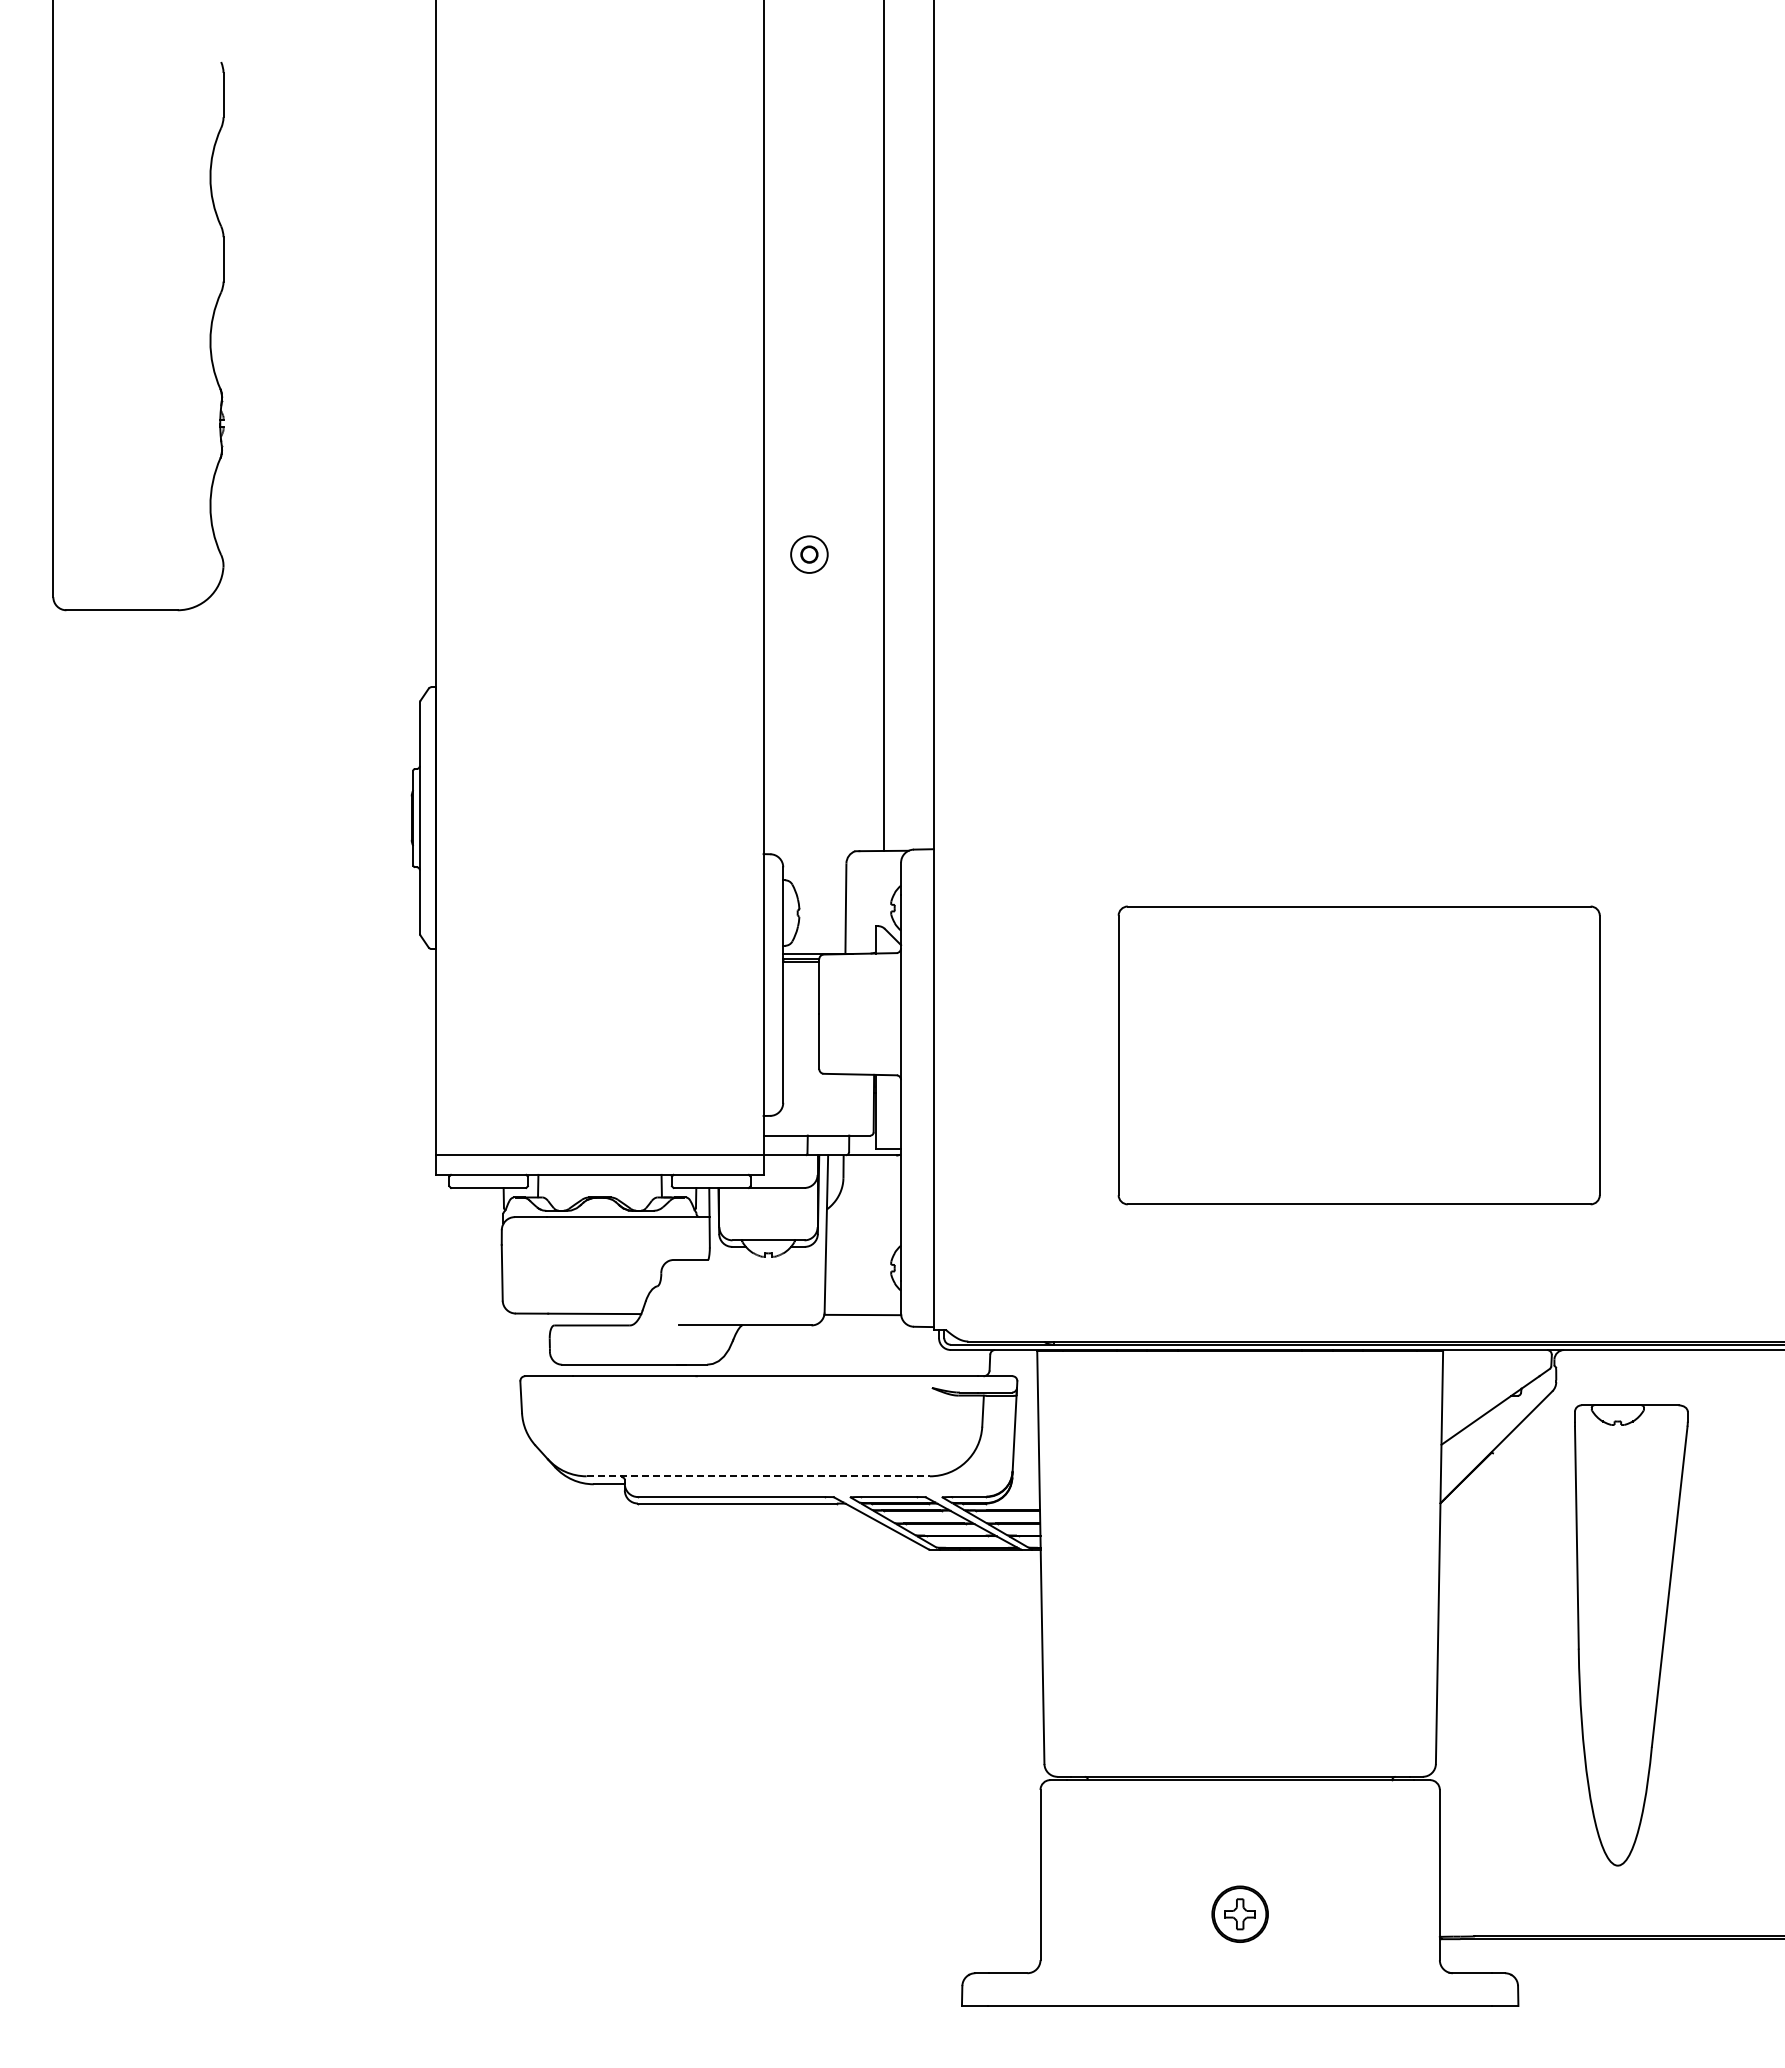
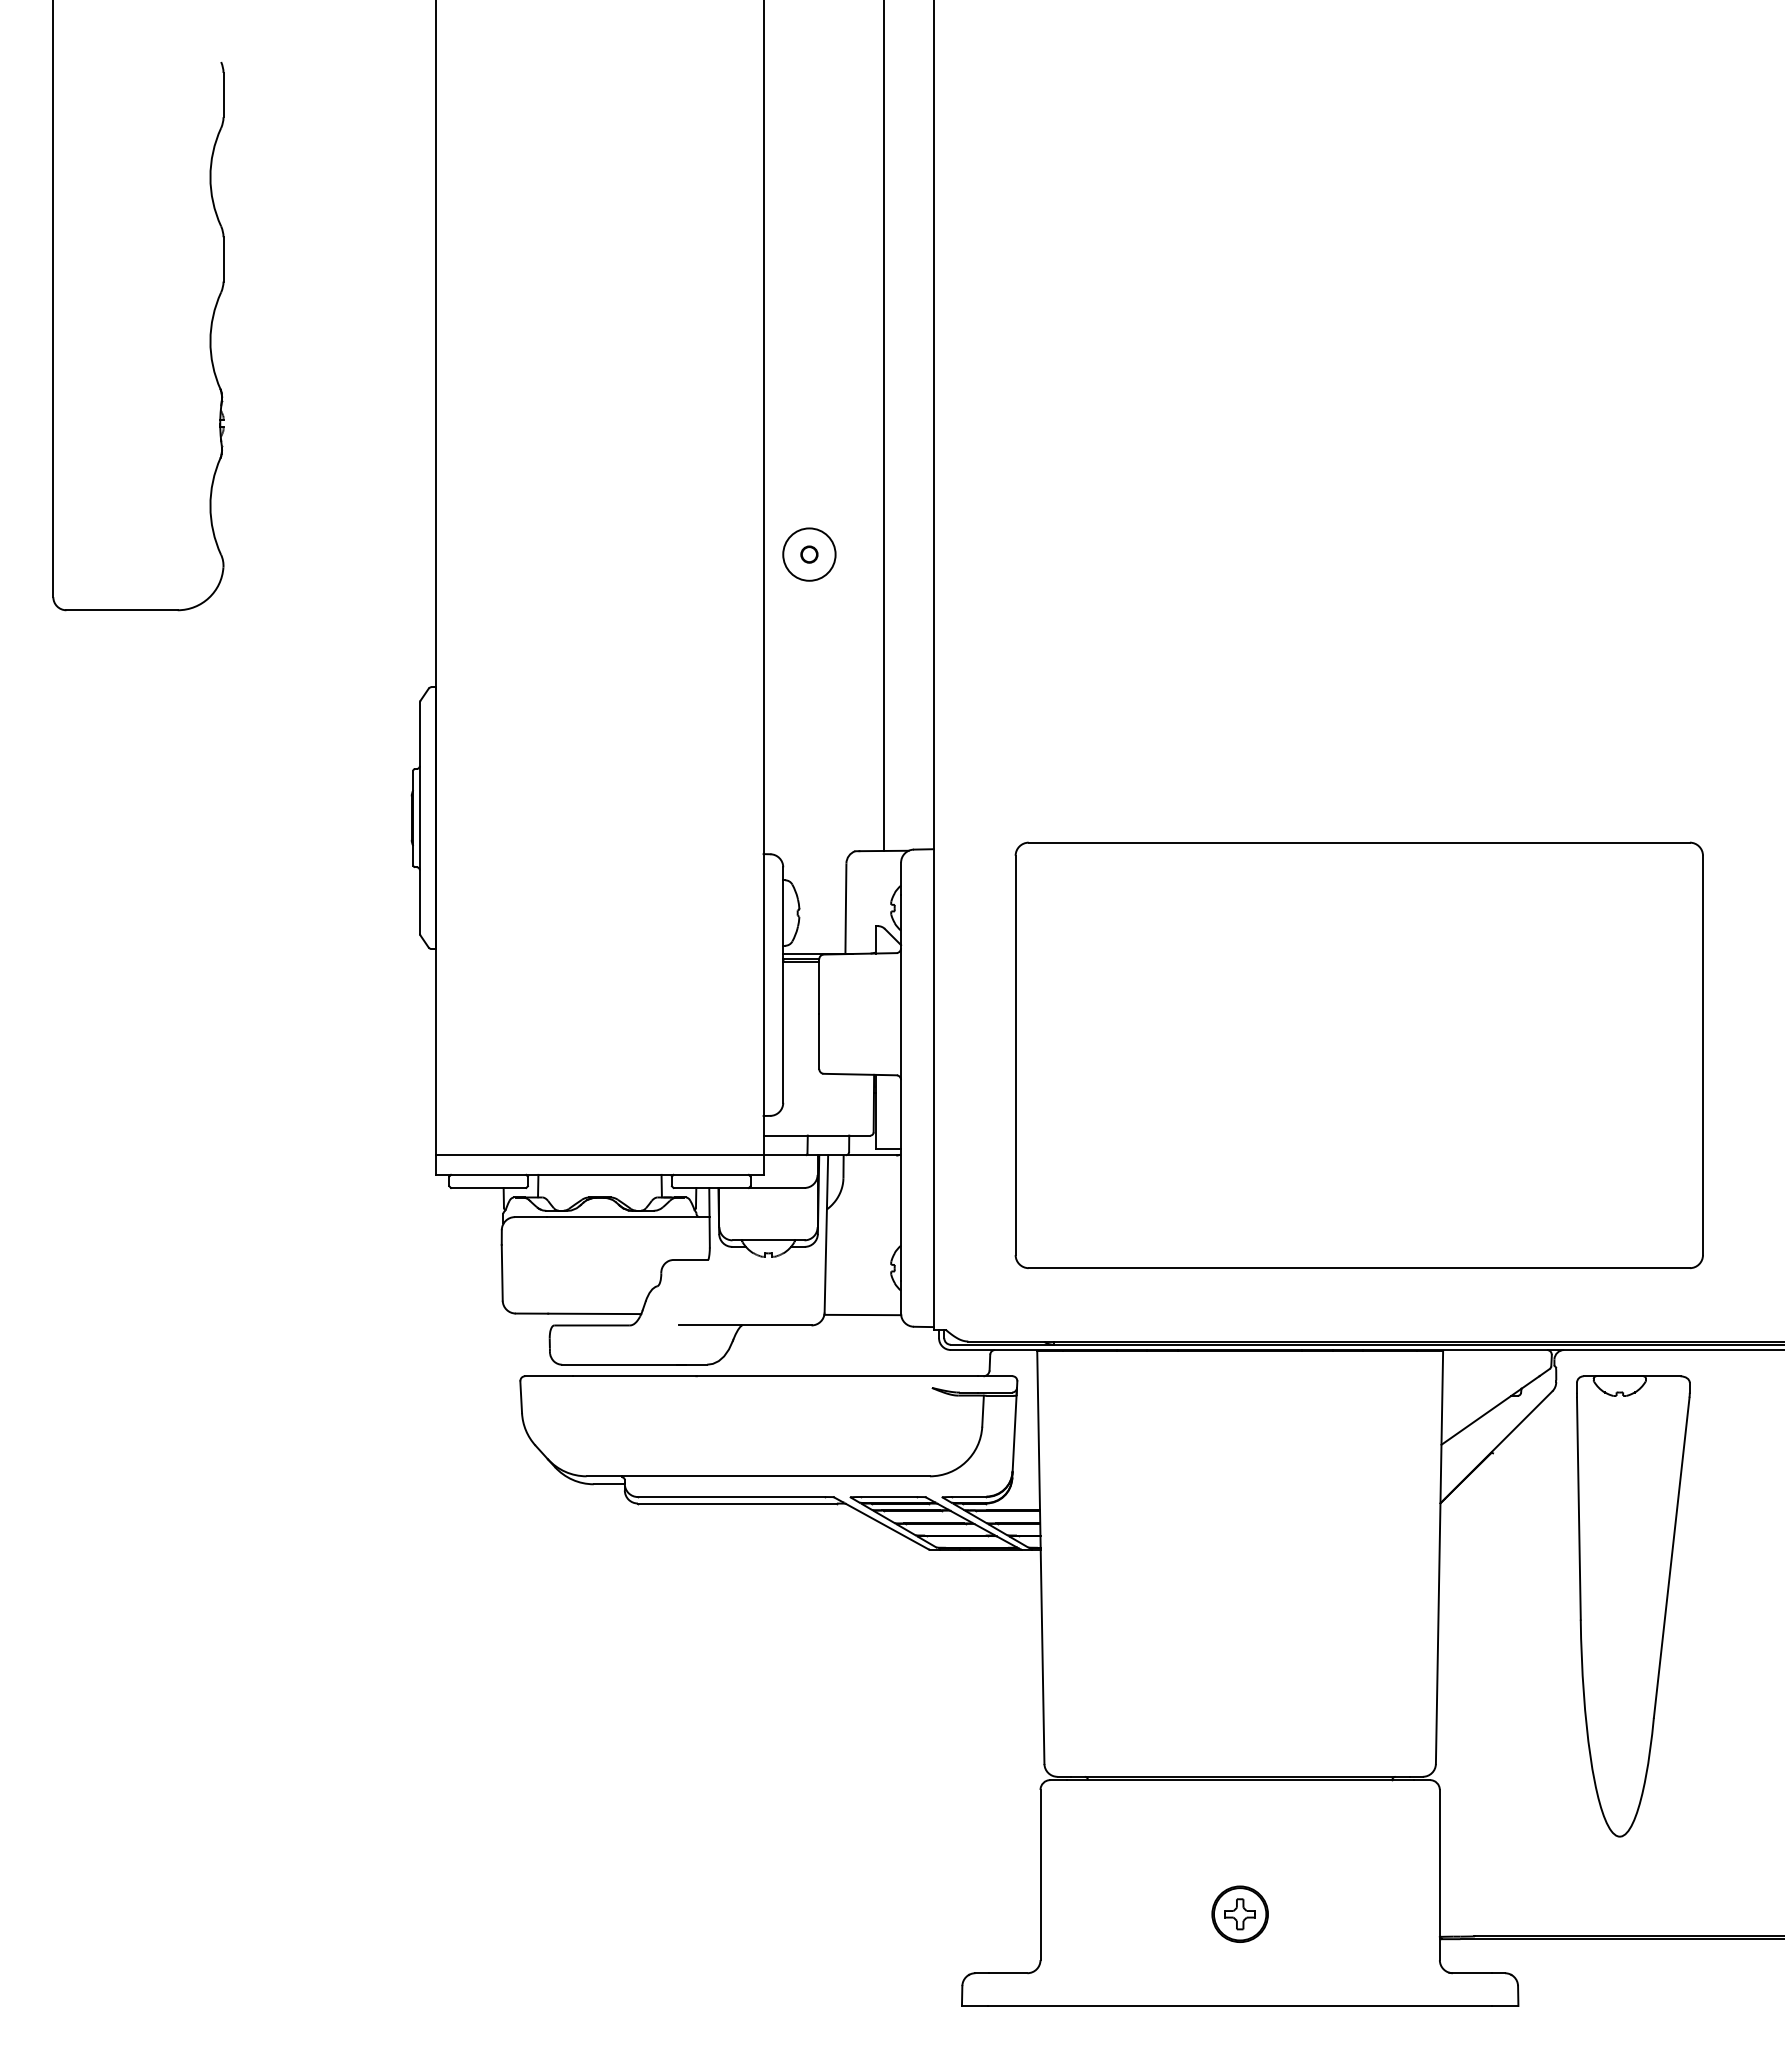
circle at (809, 554) diameter: 37 px -> 52 px
part at (1358, 1055) size: 484x301 px -> 690x429 px
line at (758, 1476): dashed -> solid
part at (1631, 1635) position: (1631, 1635) -> (1633, 1606)
